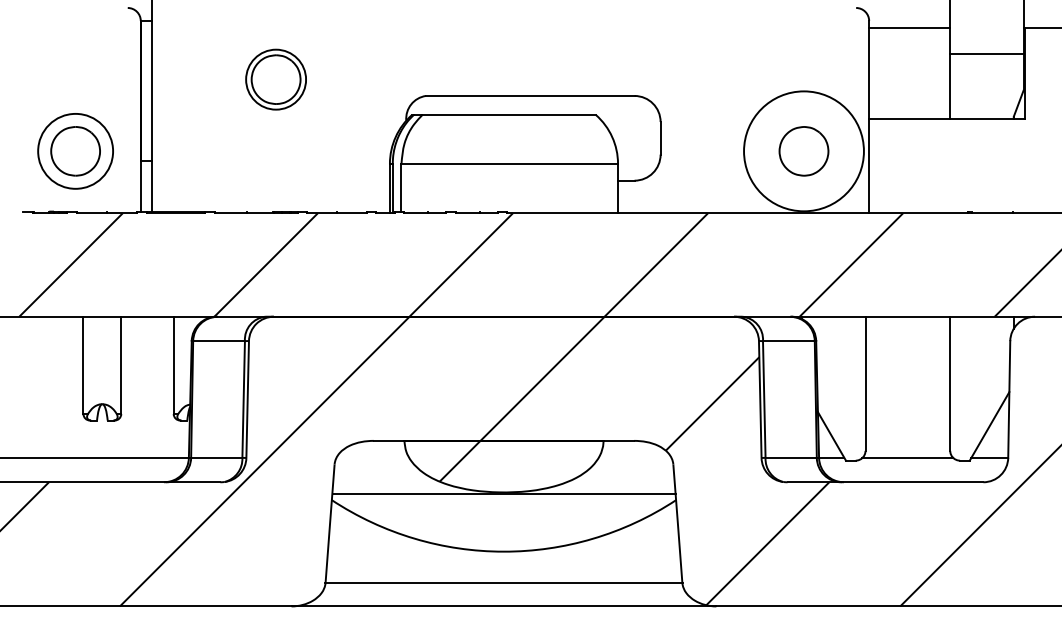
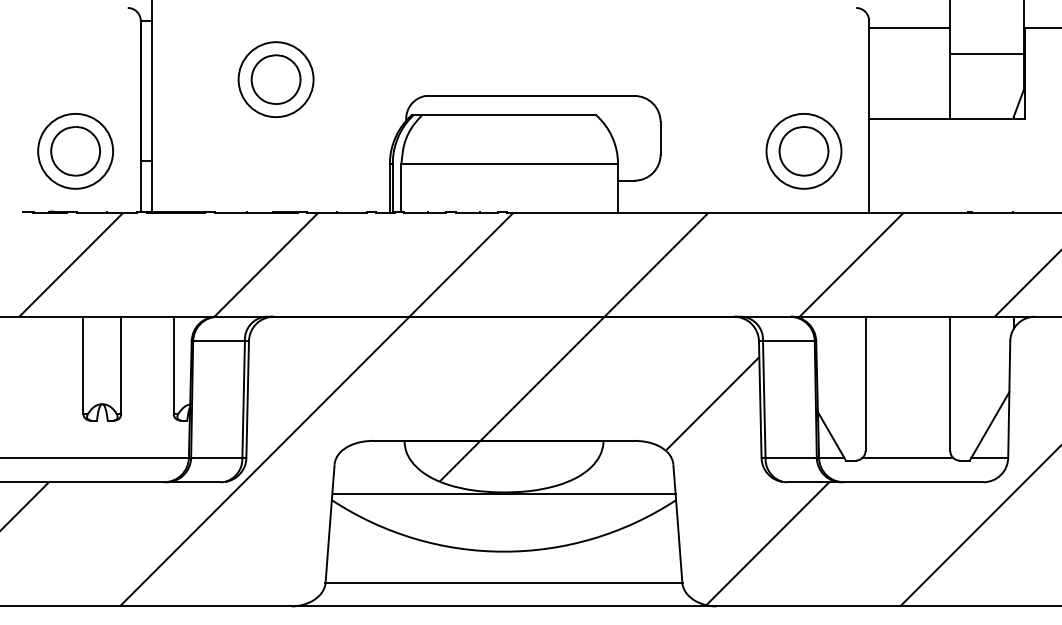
circle at (276, 79) diameter: 60 px -> 75 px
circle at (803, 151) diameter: 120 px -> 75 px
